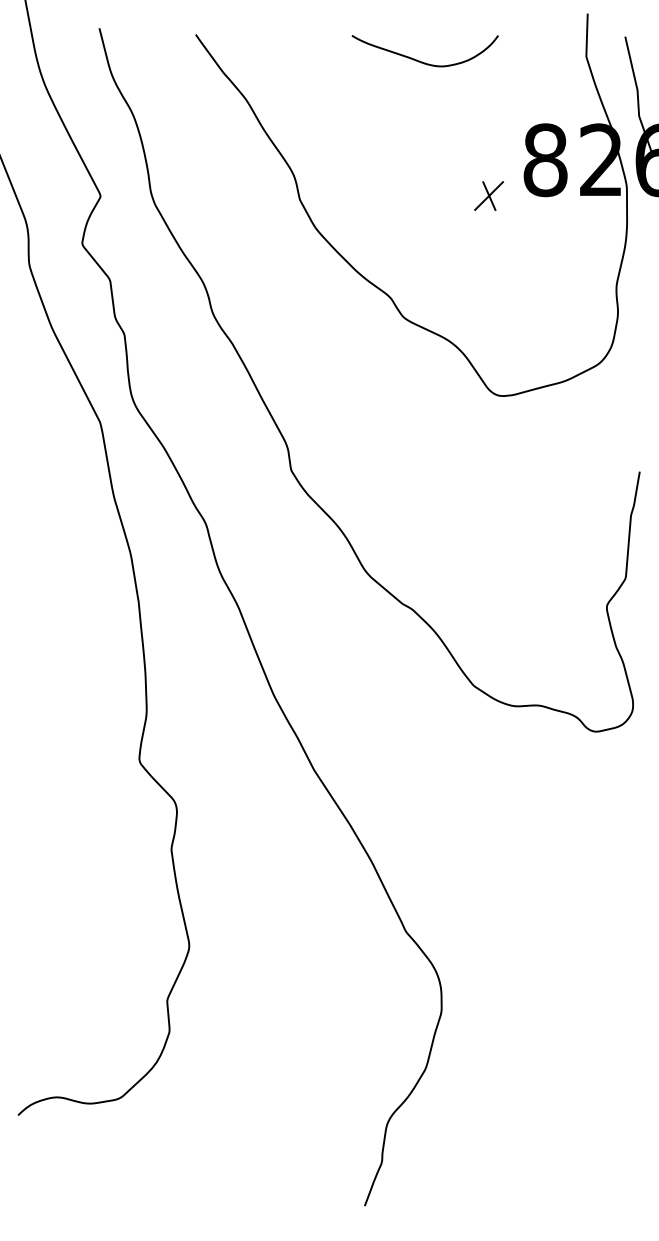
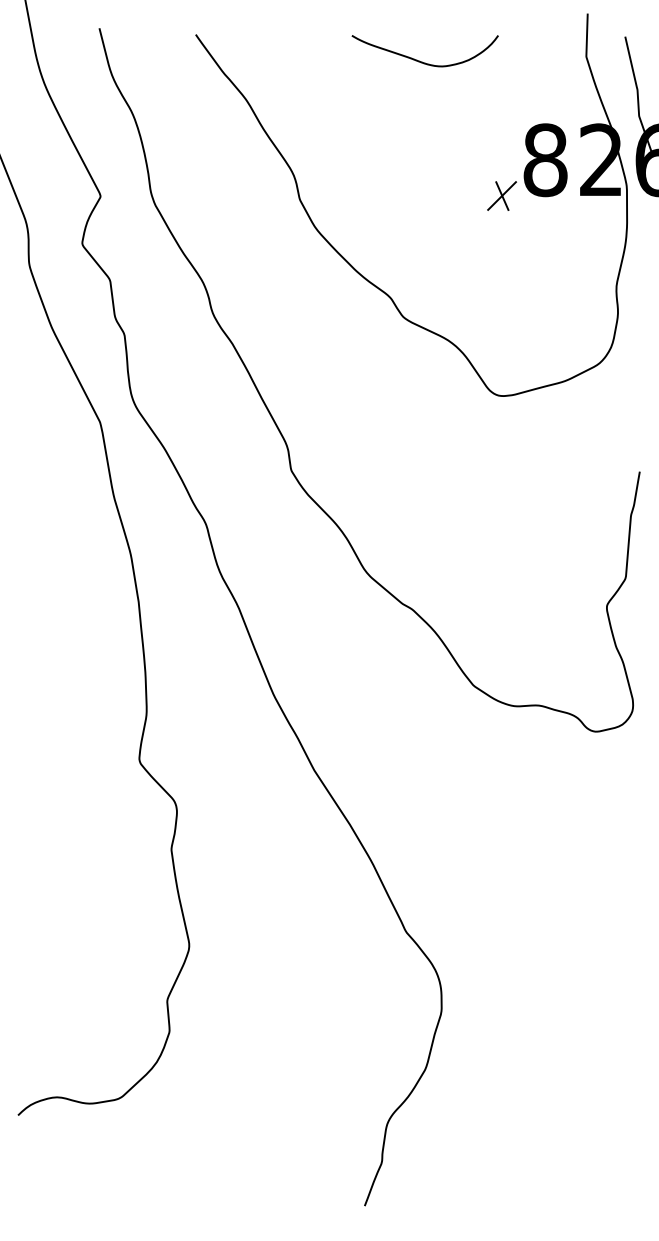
part at (488, 195) position: (488, 195) -> (501, 195)
